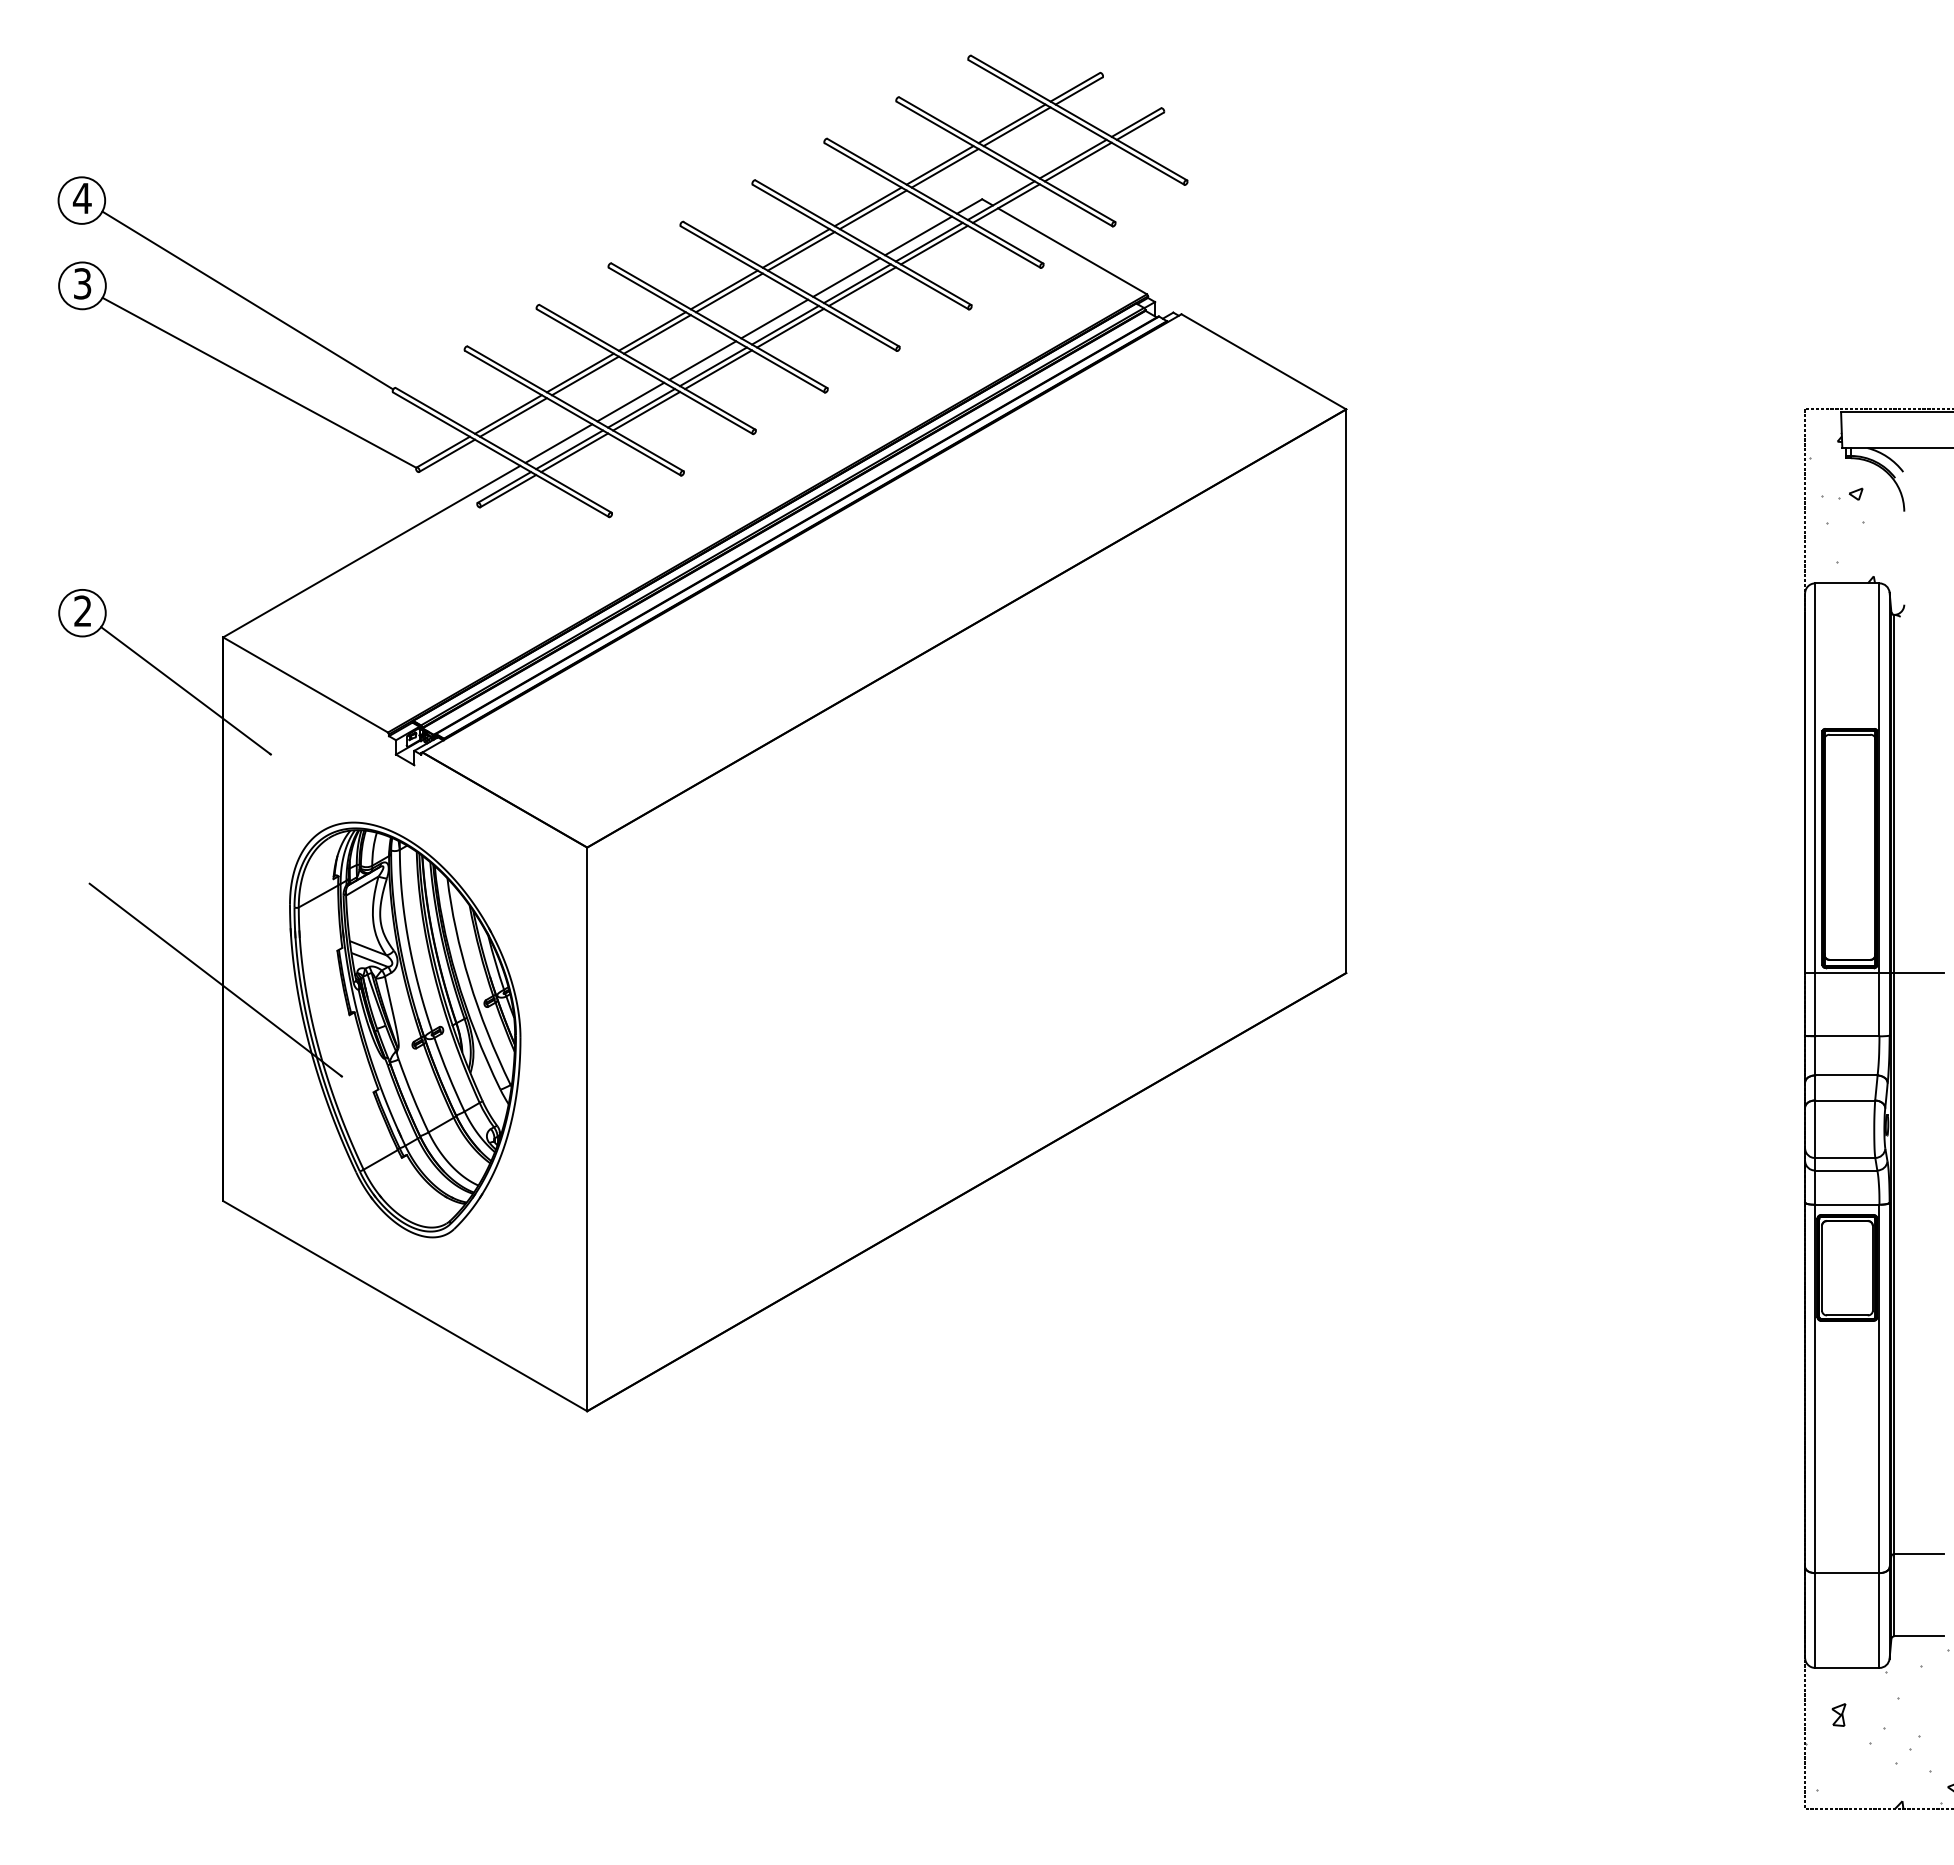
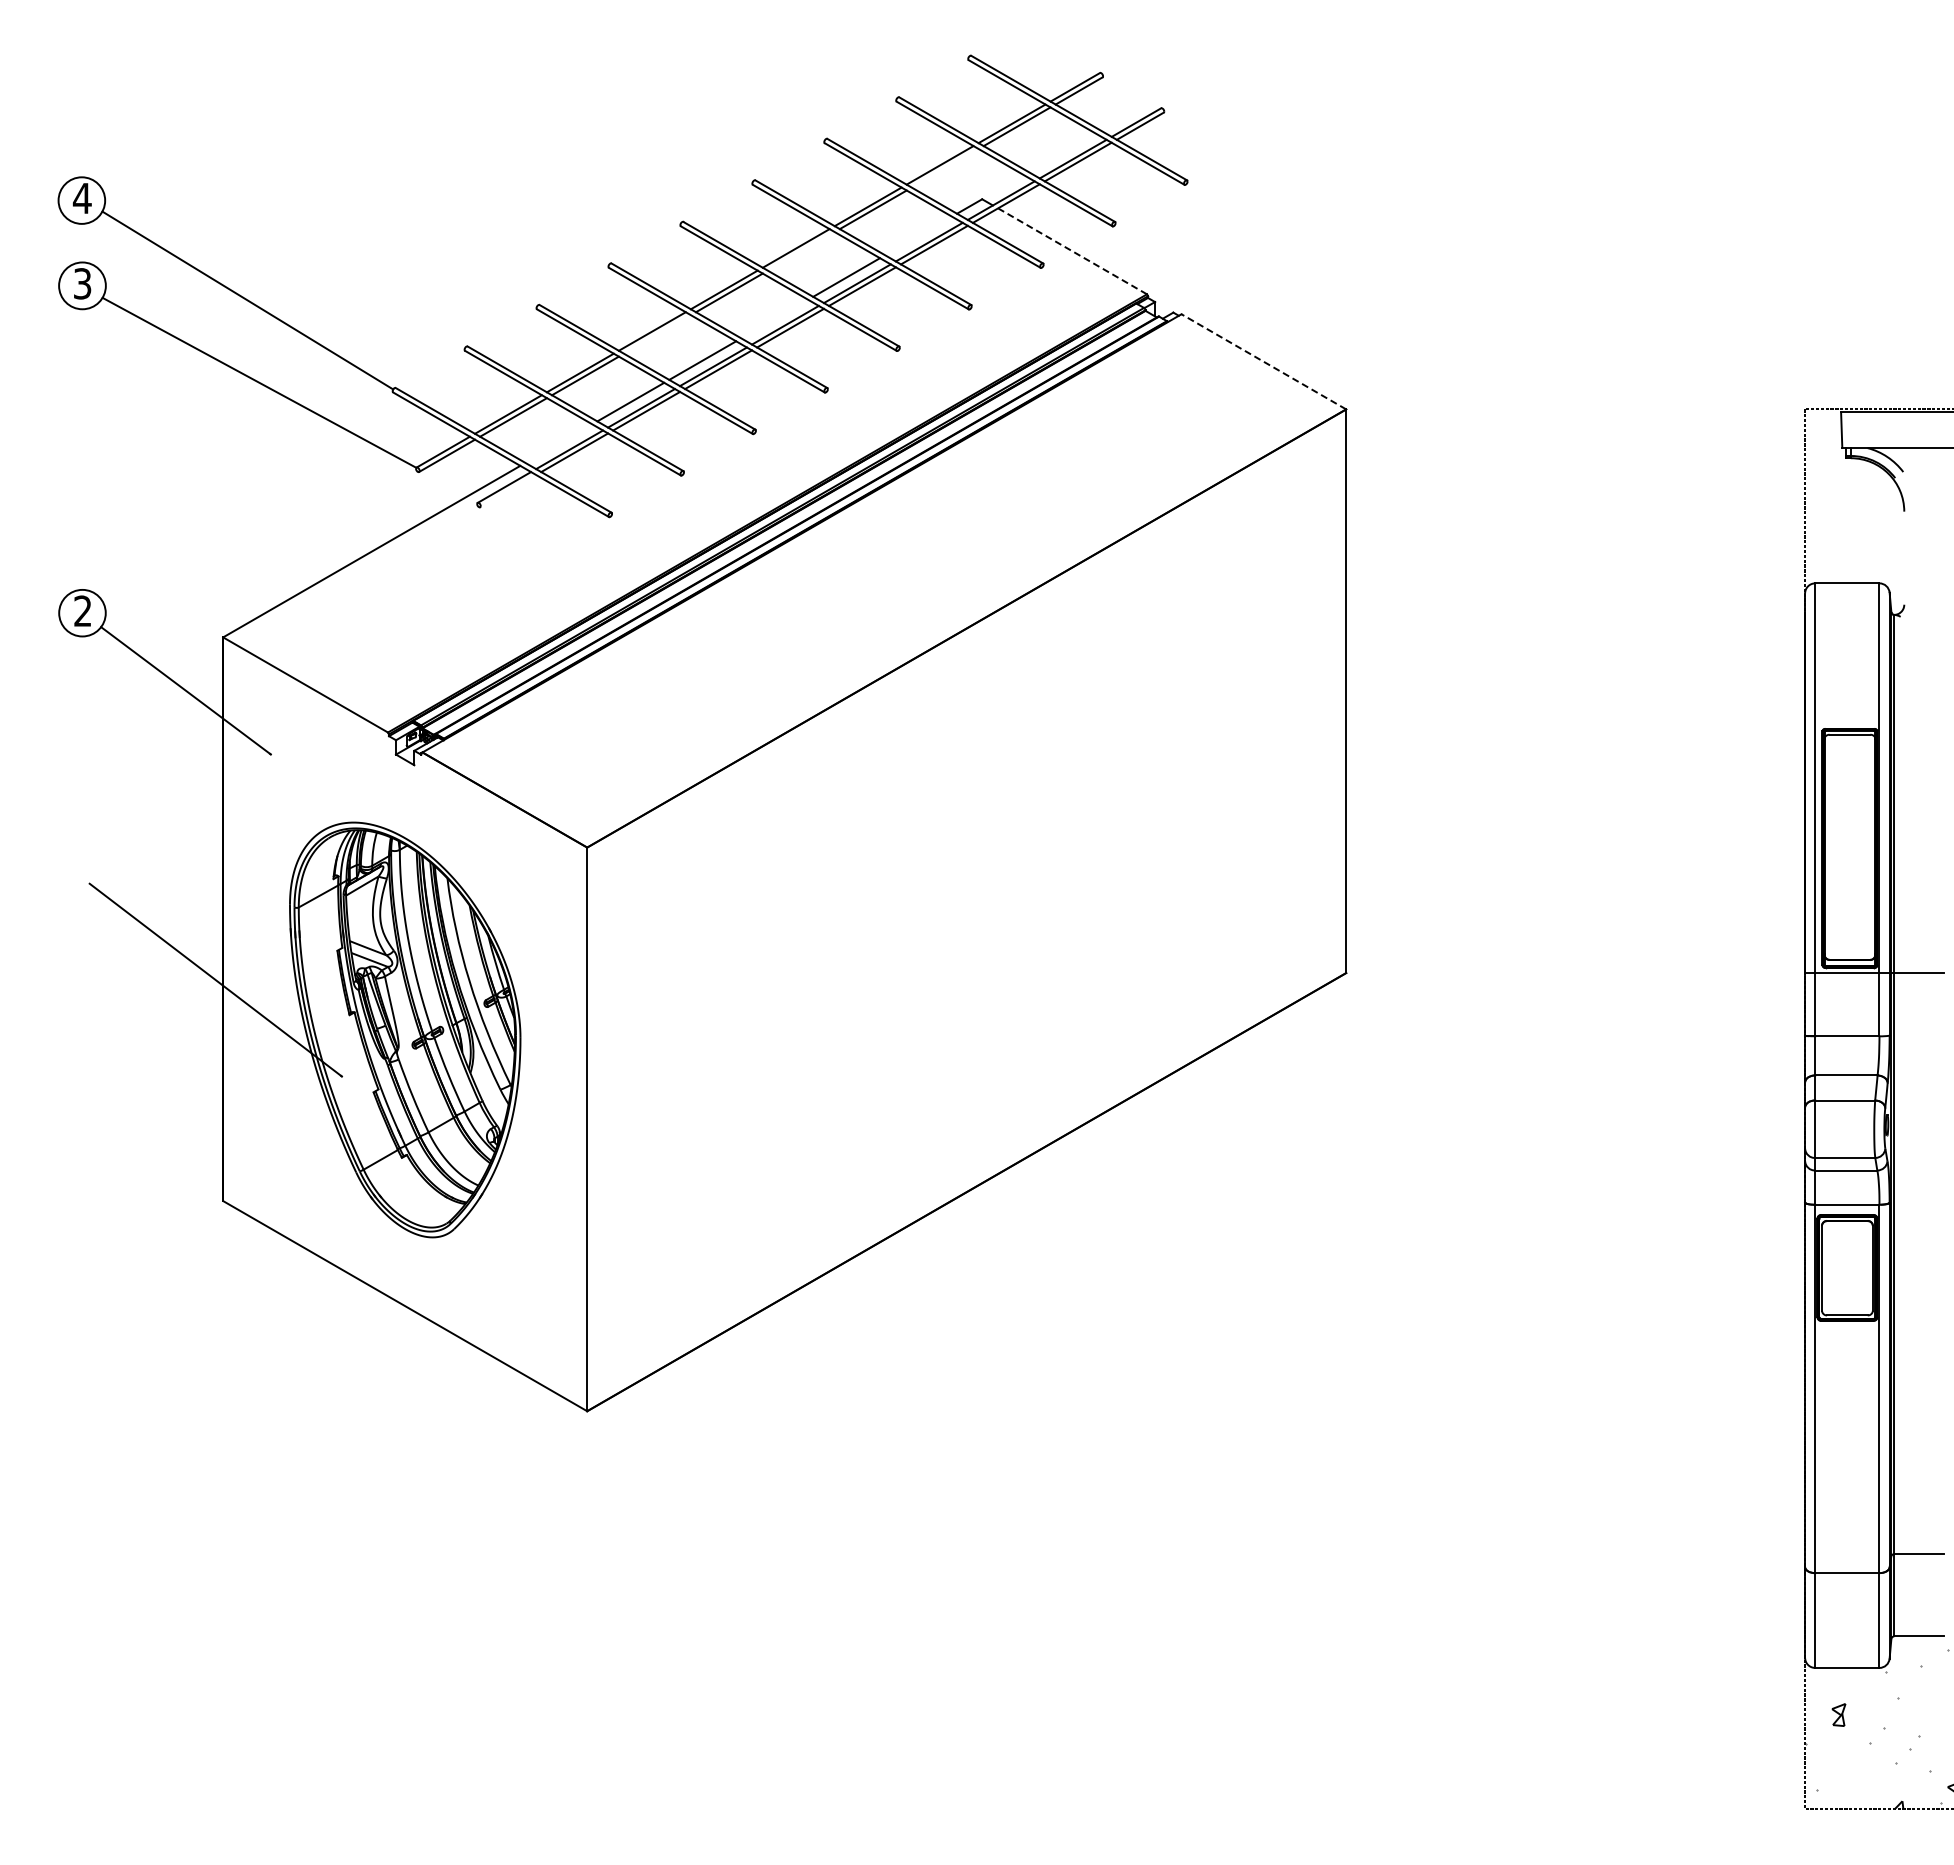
line at (944, 168): present -> none
line at (918, 235): present -> none
line at (800, 251): present -> none
line at (1072, 251): solid -> dashed
line at (774, 318): present -> none
line at (656, 334): present -> none
line at (1263, 361): solid -> dashed
line at (558, 443): present -> none
line at (508, 491): present -> none
hatch at (1842, 508): present -> none
